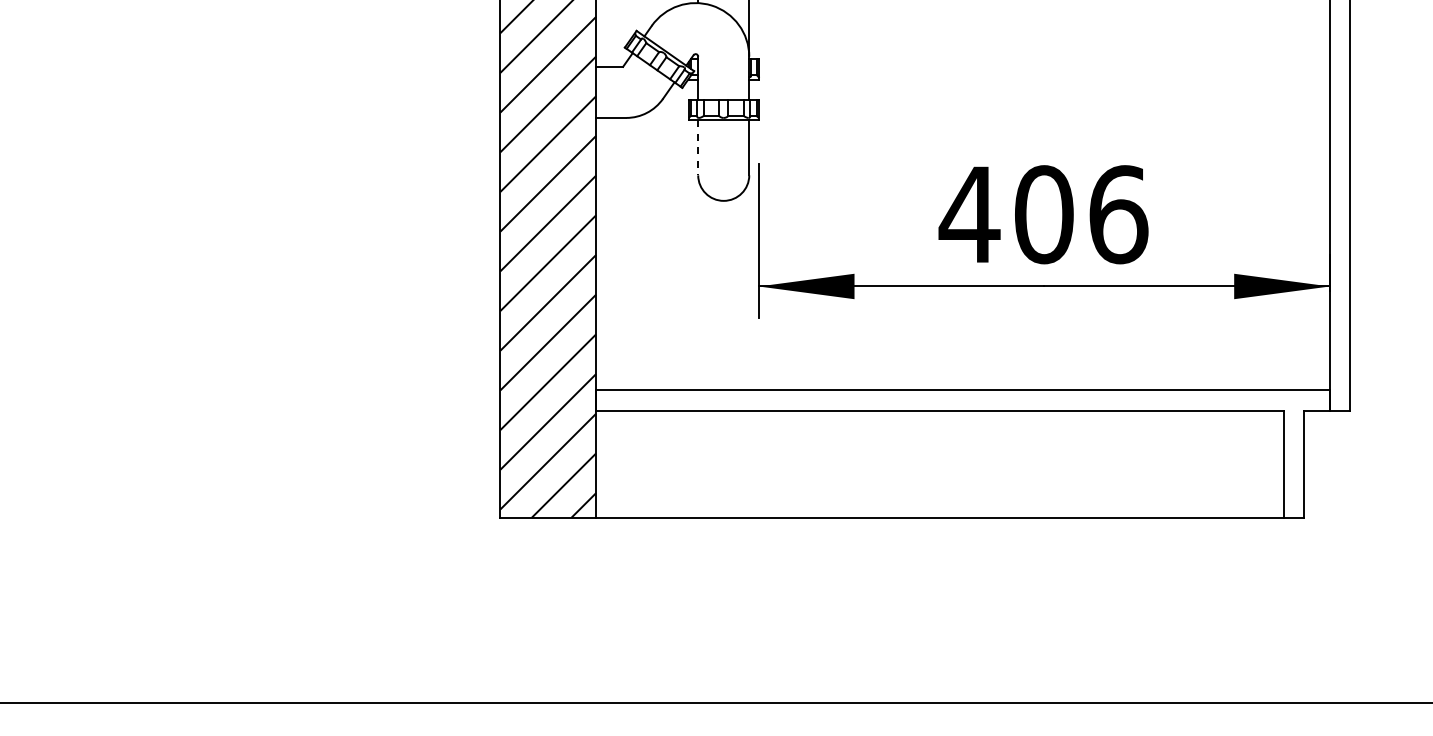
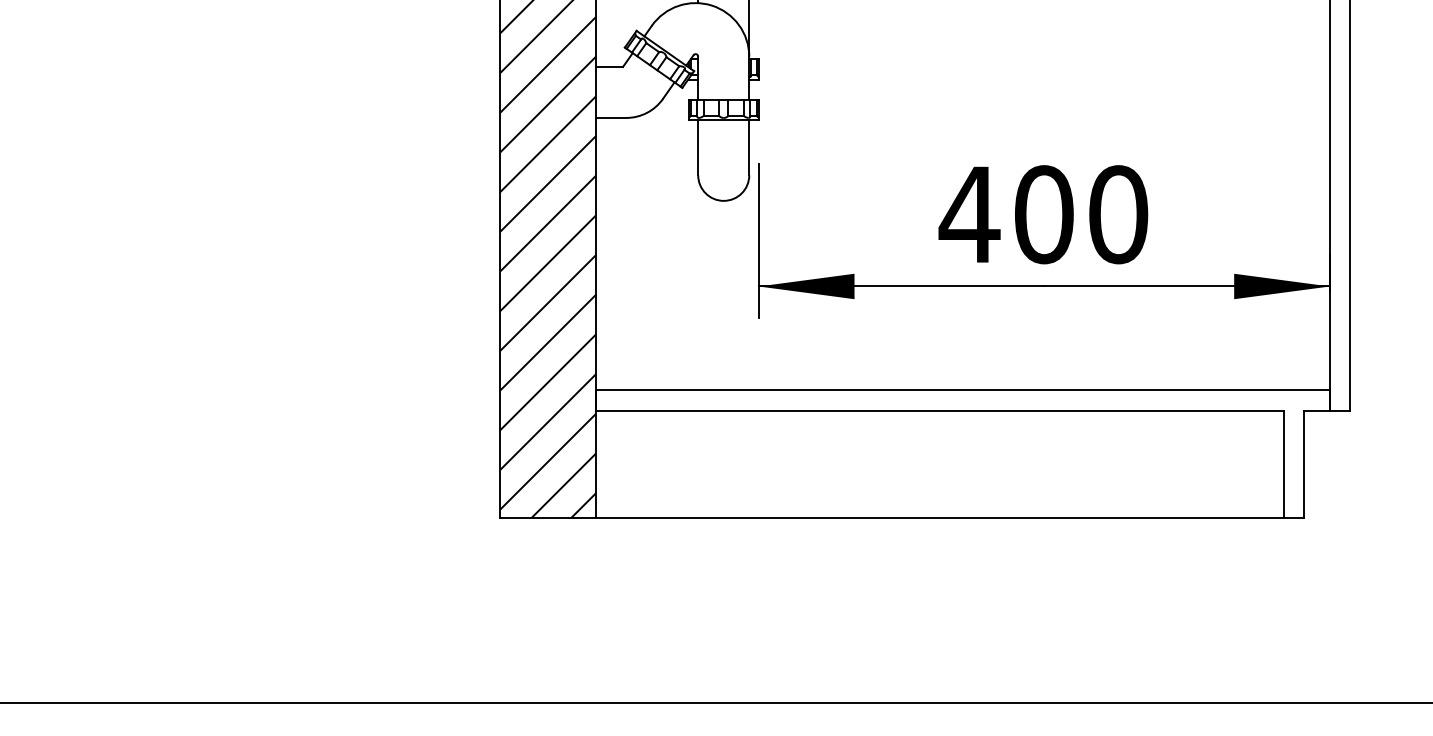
line at (698, 148): dashed -> solid
text at (1118, 214): 406 -> 400
